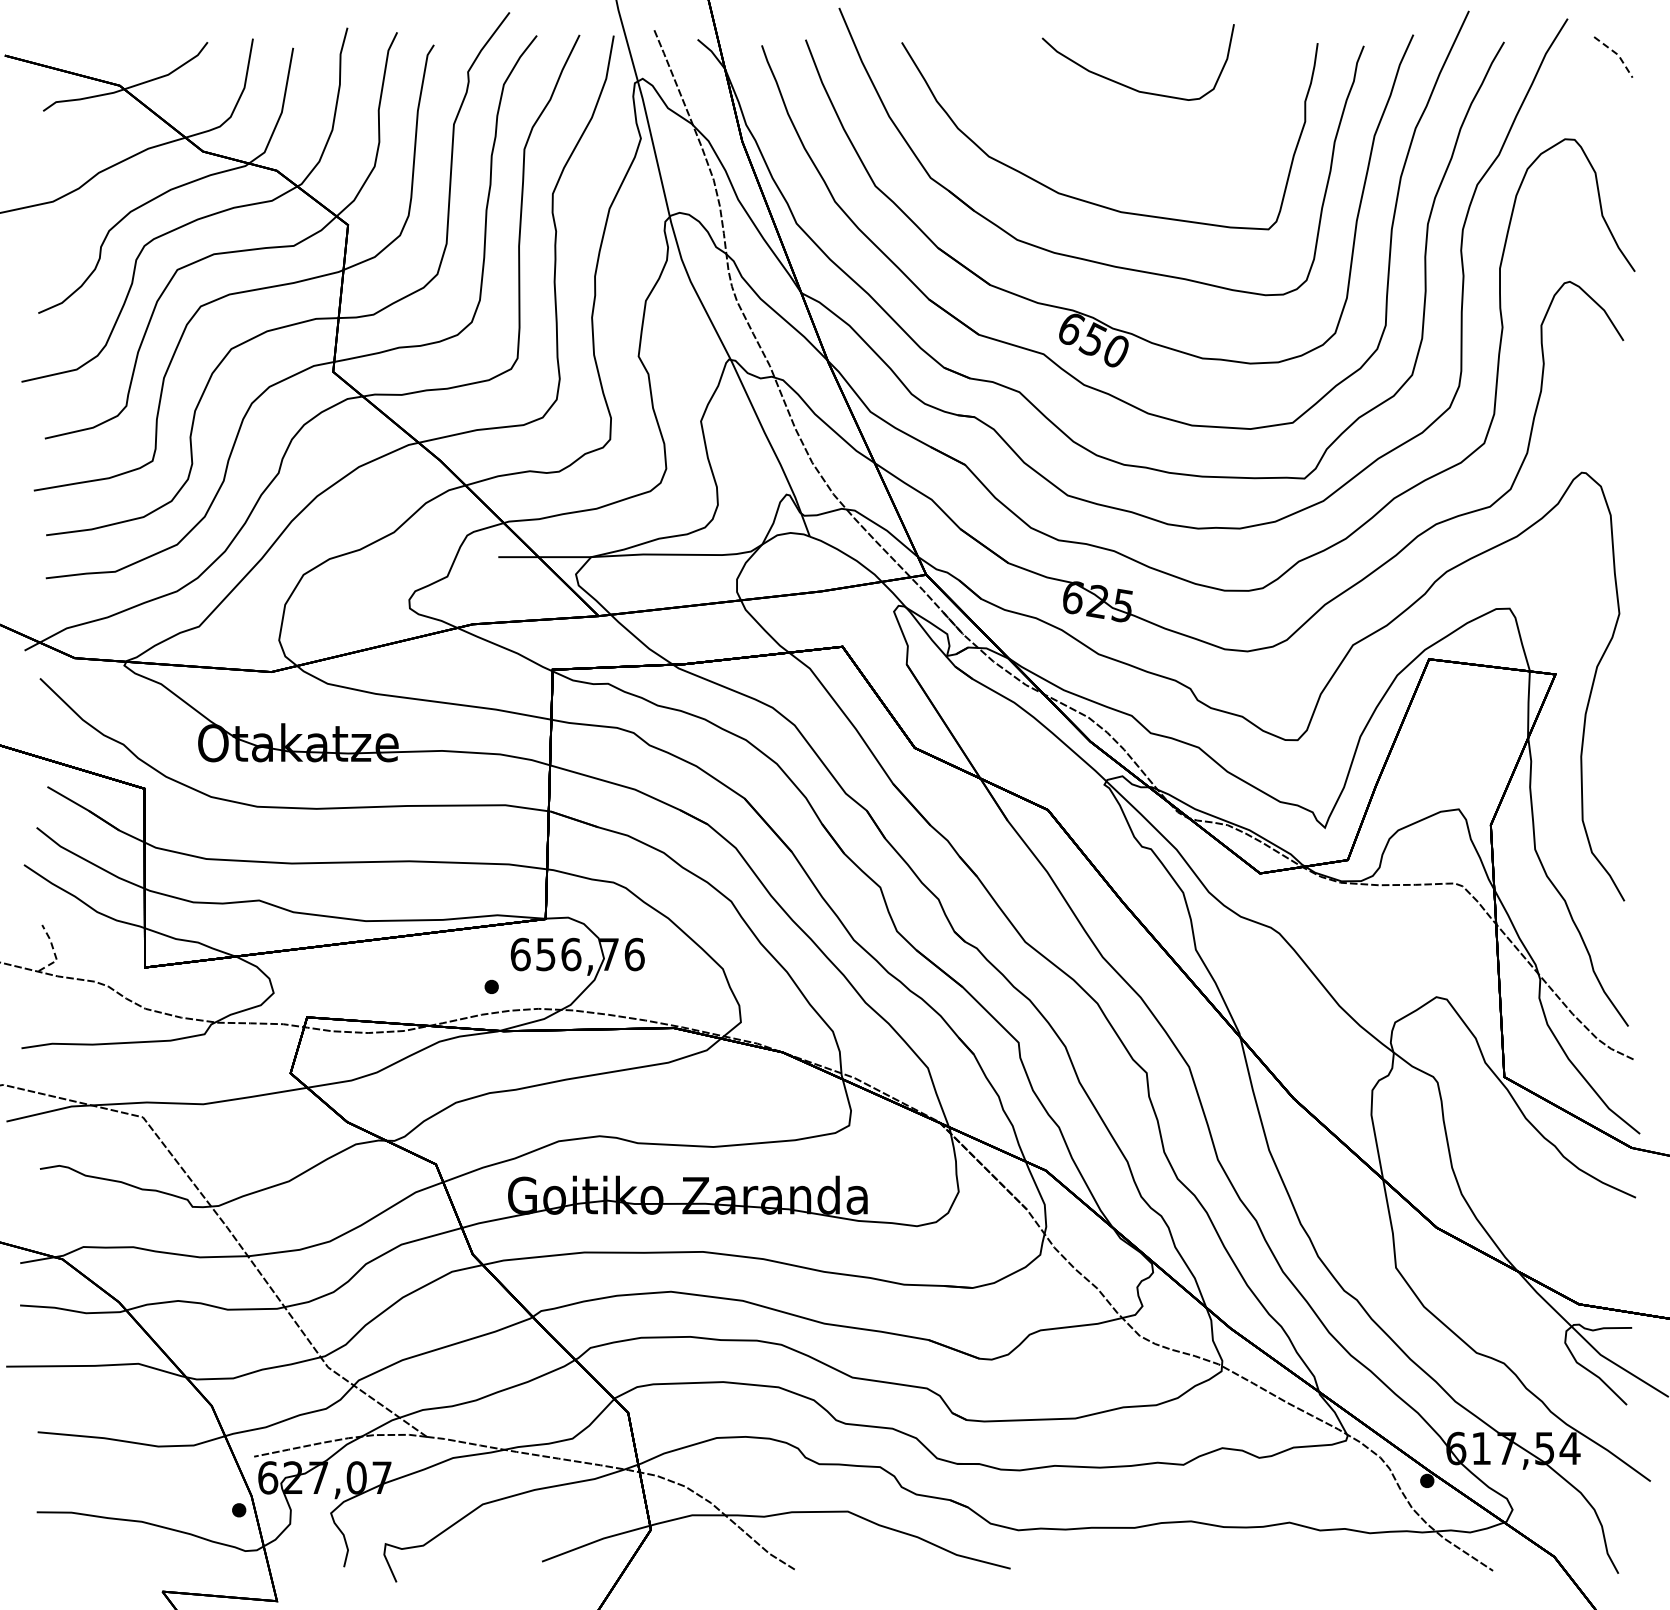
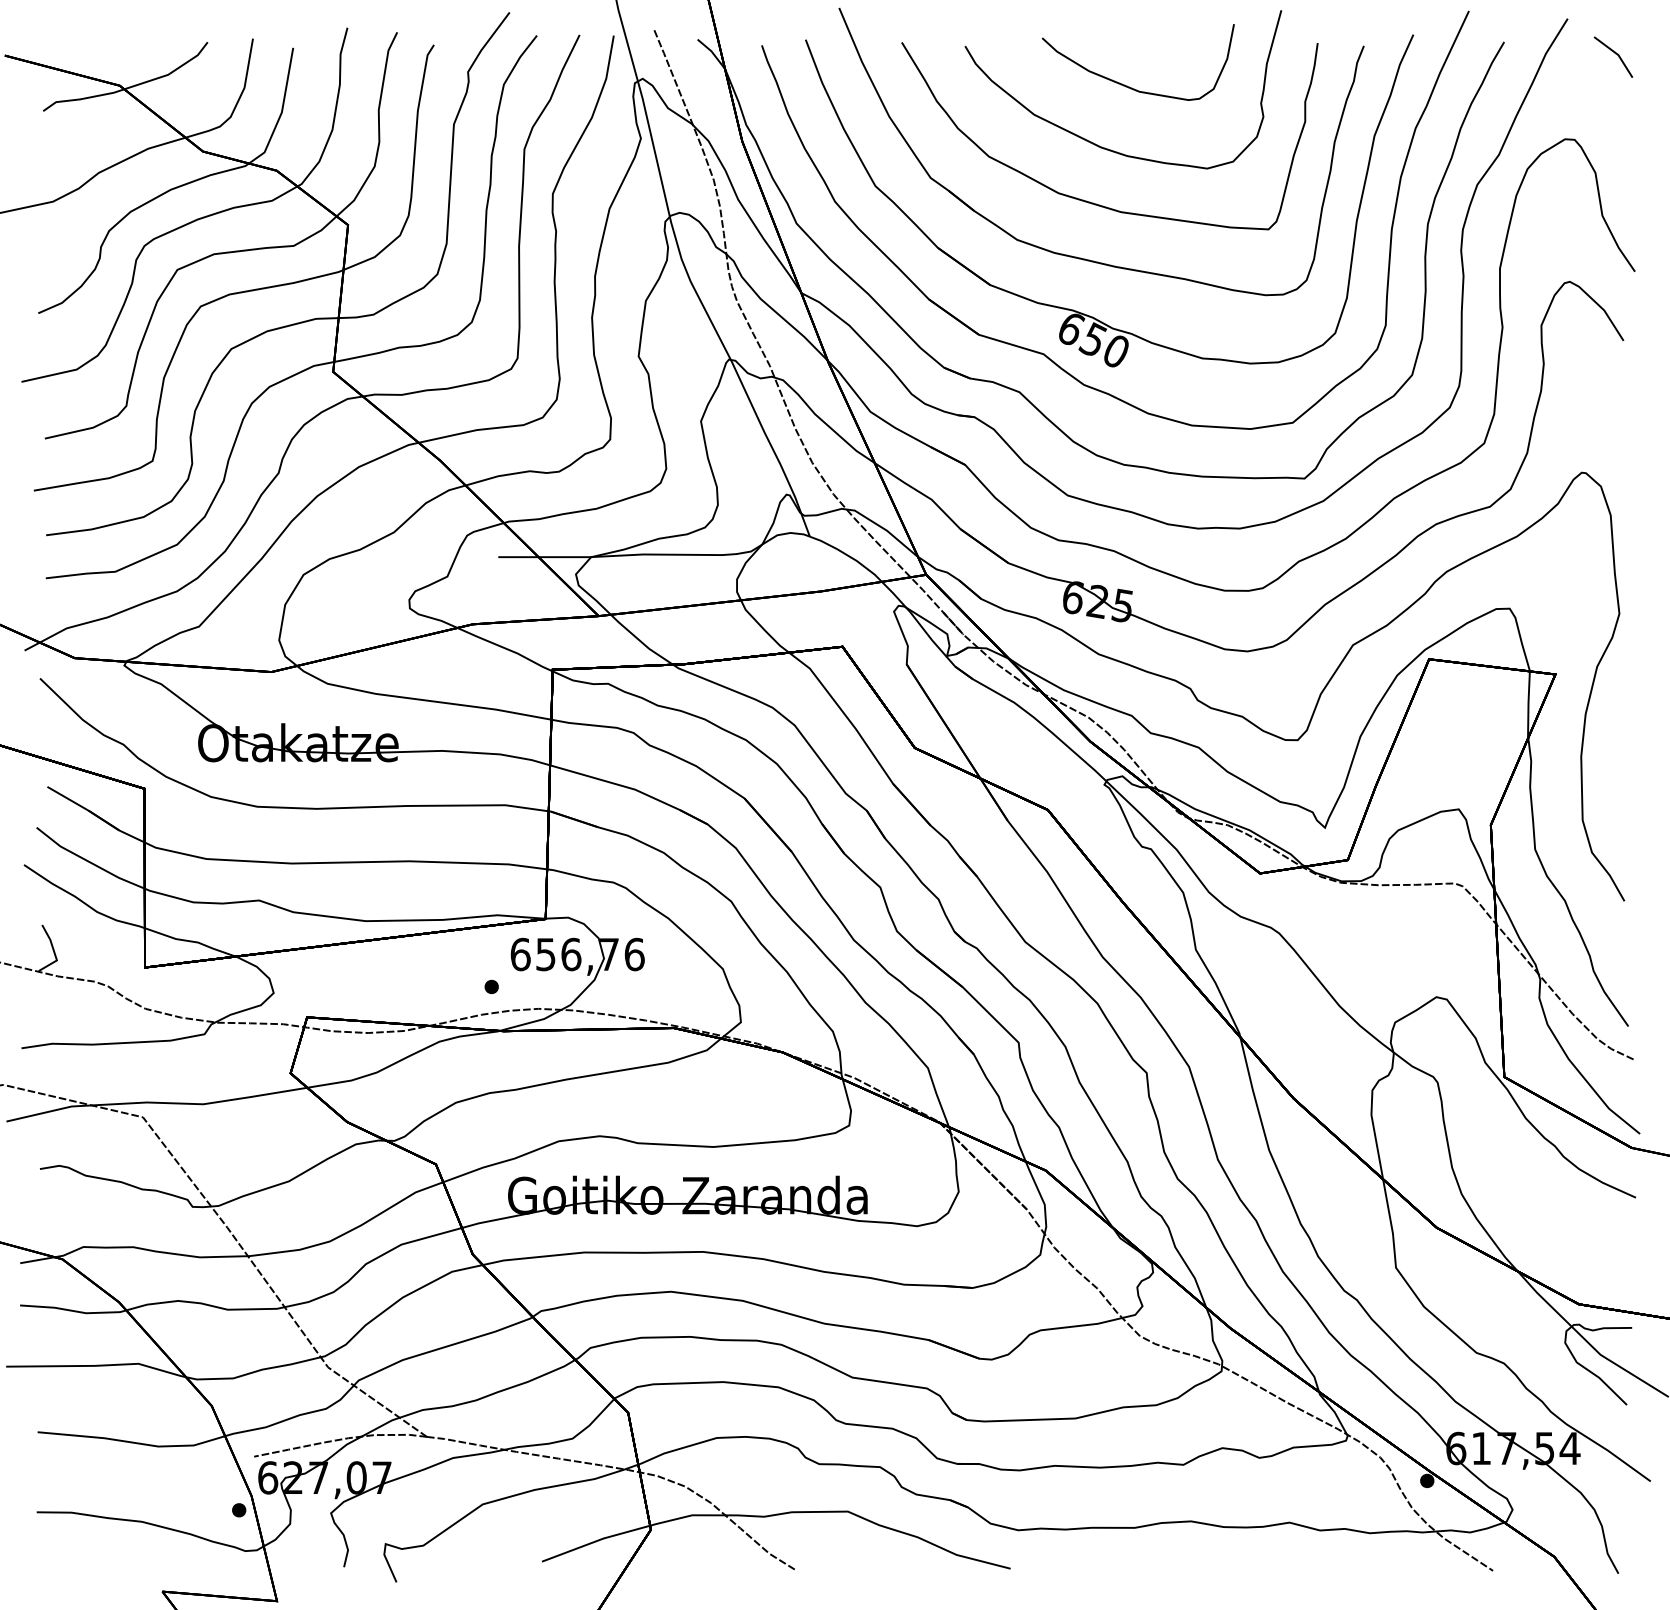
line at (1617, 54): dashed -> solid
curve at (1105, 147): none -> present
line at (54, 951): dashed -> solid
